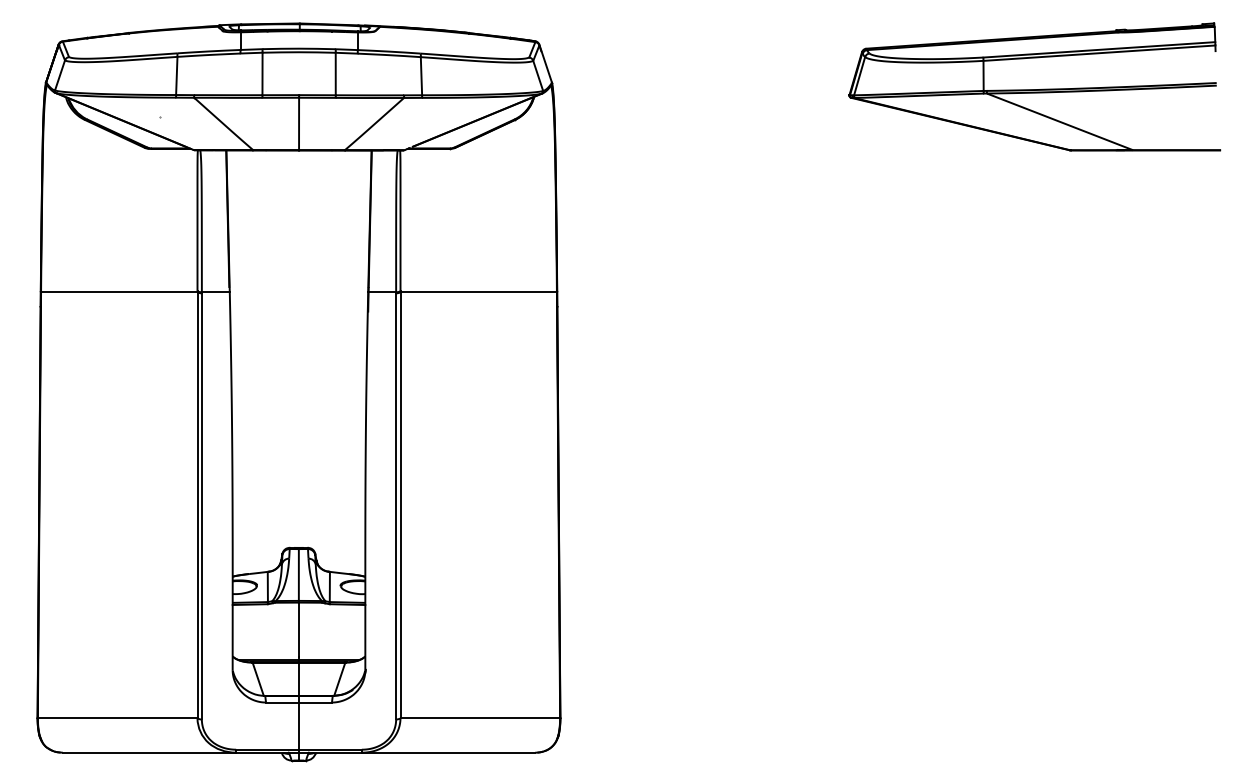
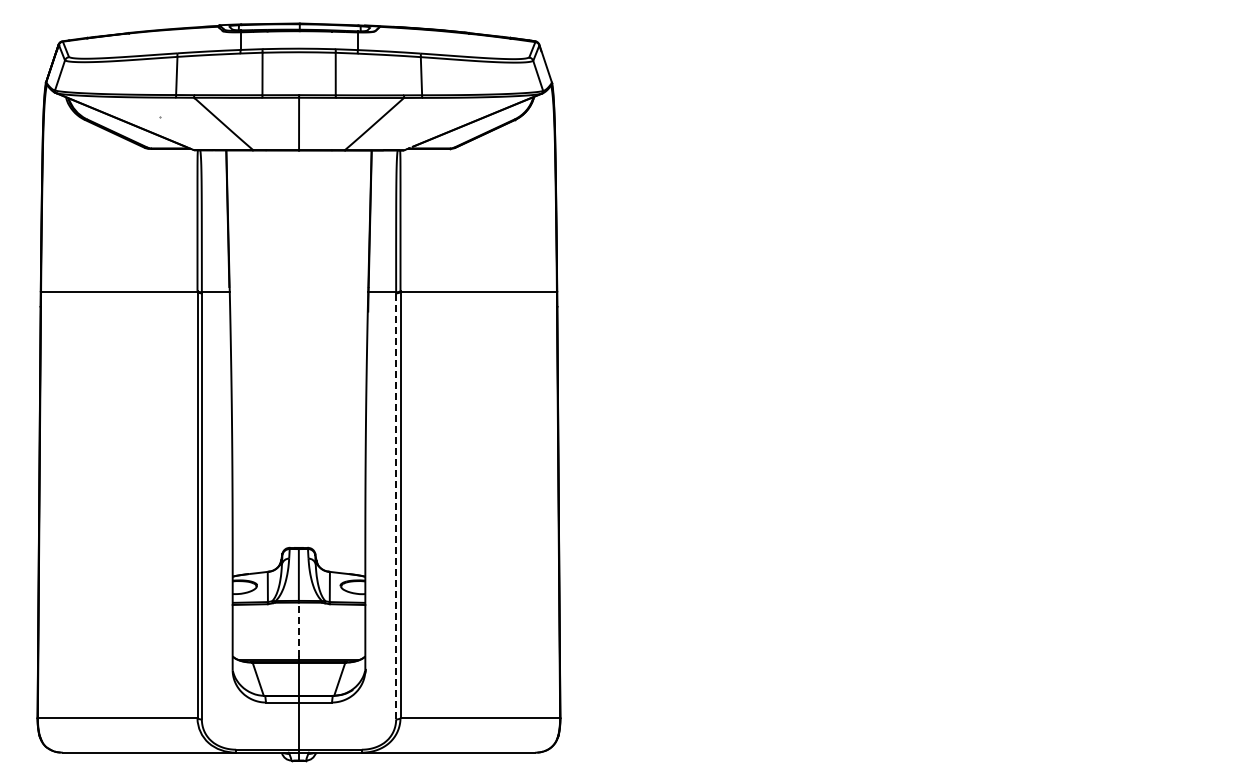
part at (1034, 86): present -> none
line at (396, 505): solid -> dashed
line at (298, 629): solid -> dashed
